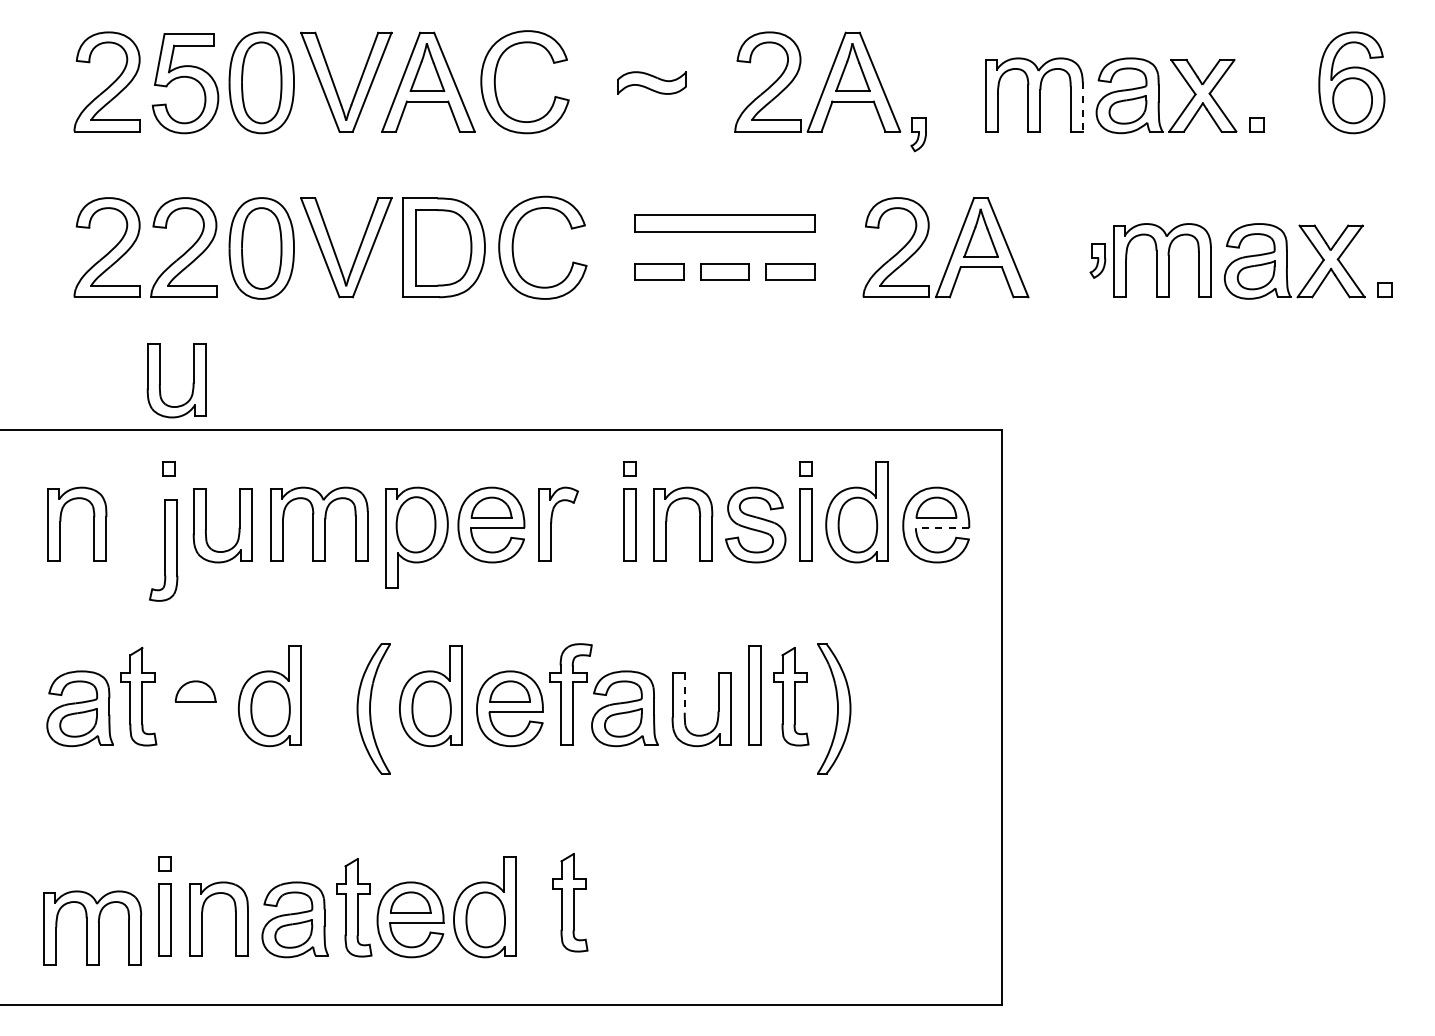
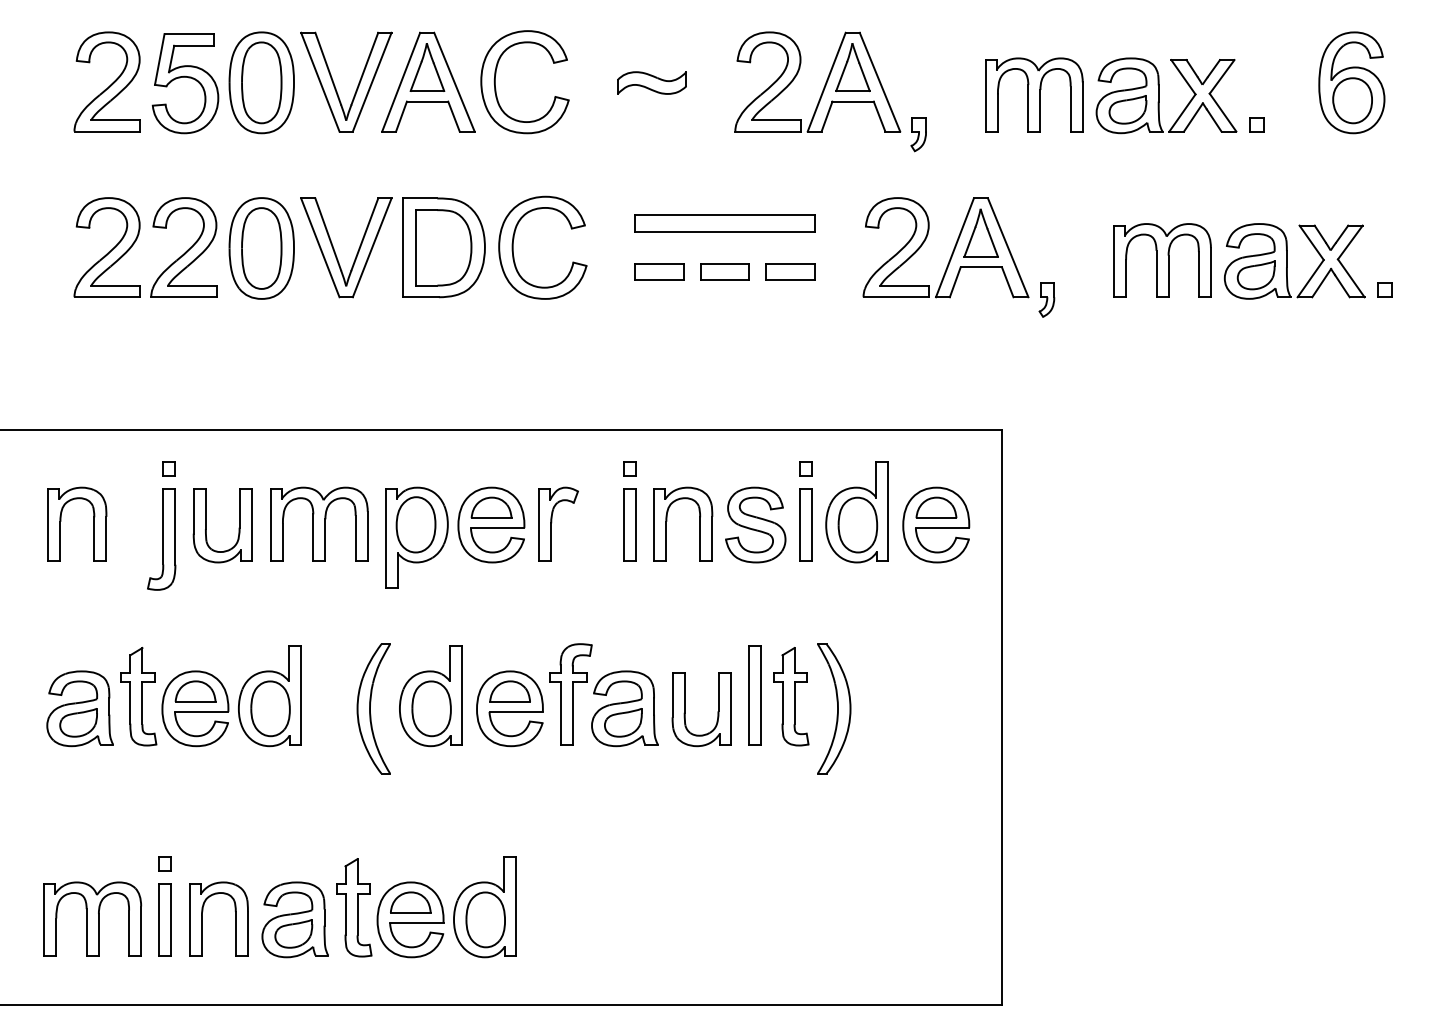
line at (1082, 107): dashed -> solid
part at (1097, 260) position: (1097, 260) -> (1046, 299)
part at (160, 380): present -> none
line at (942, 528): dashed -> solid
part at (163, 550) position: (163, 550) -> (161, 539)
line at (684, 692): dashed -> solid
part at (195, 708): none -> present
part at (570, 902): present -> none
part at (92, 927) position: (92, 927) -> (92, 918)
